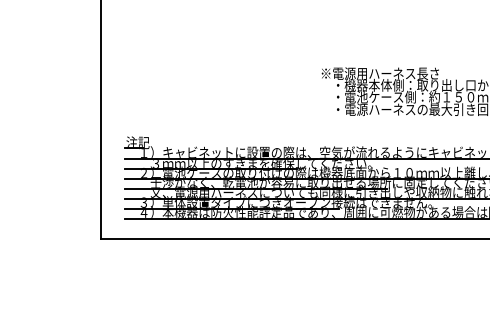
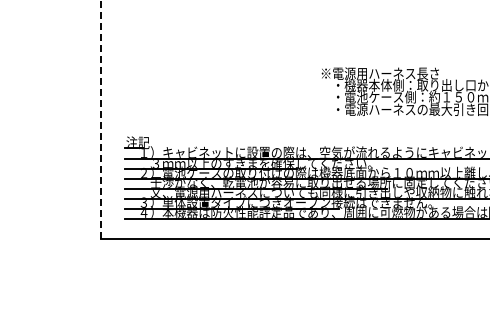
line at (100, 119): solid -> dashed
